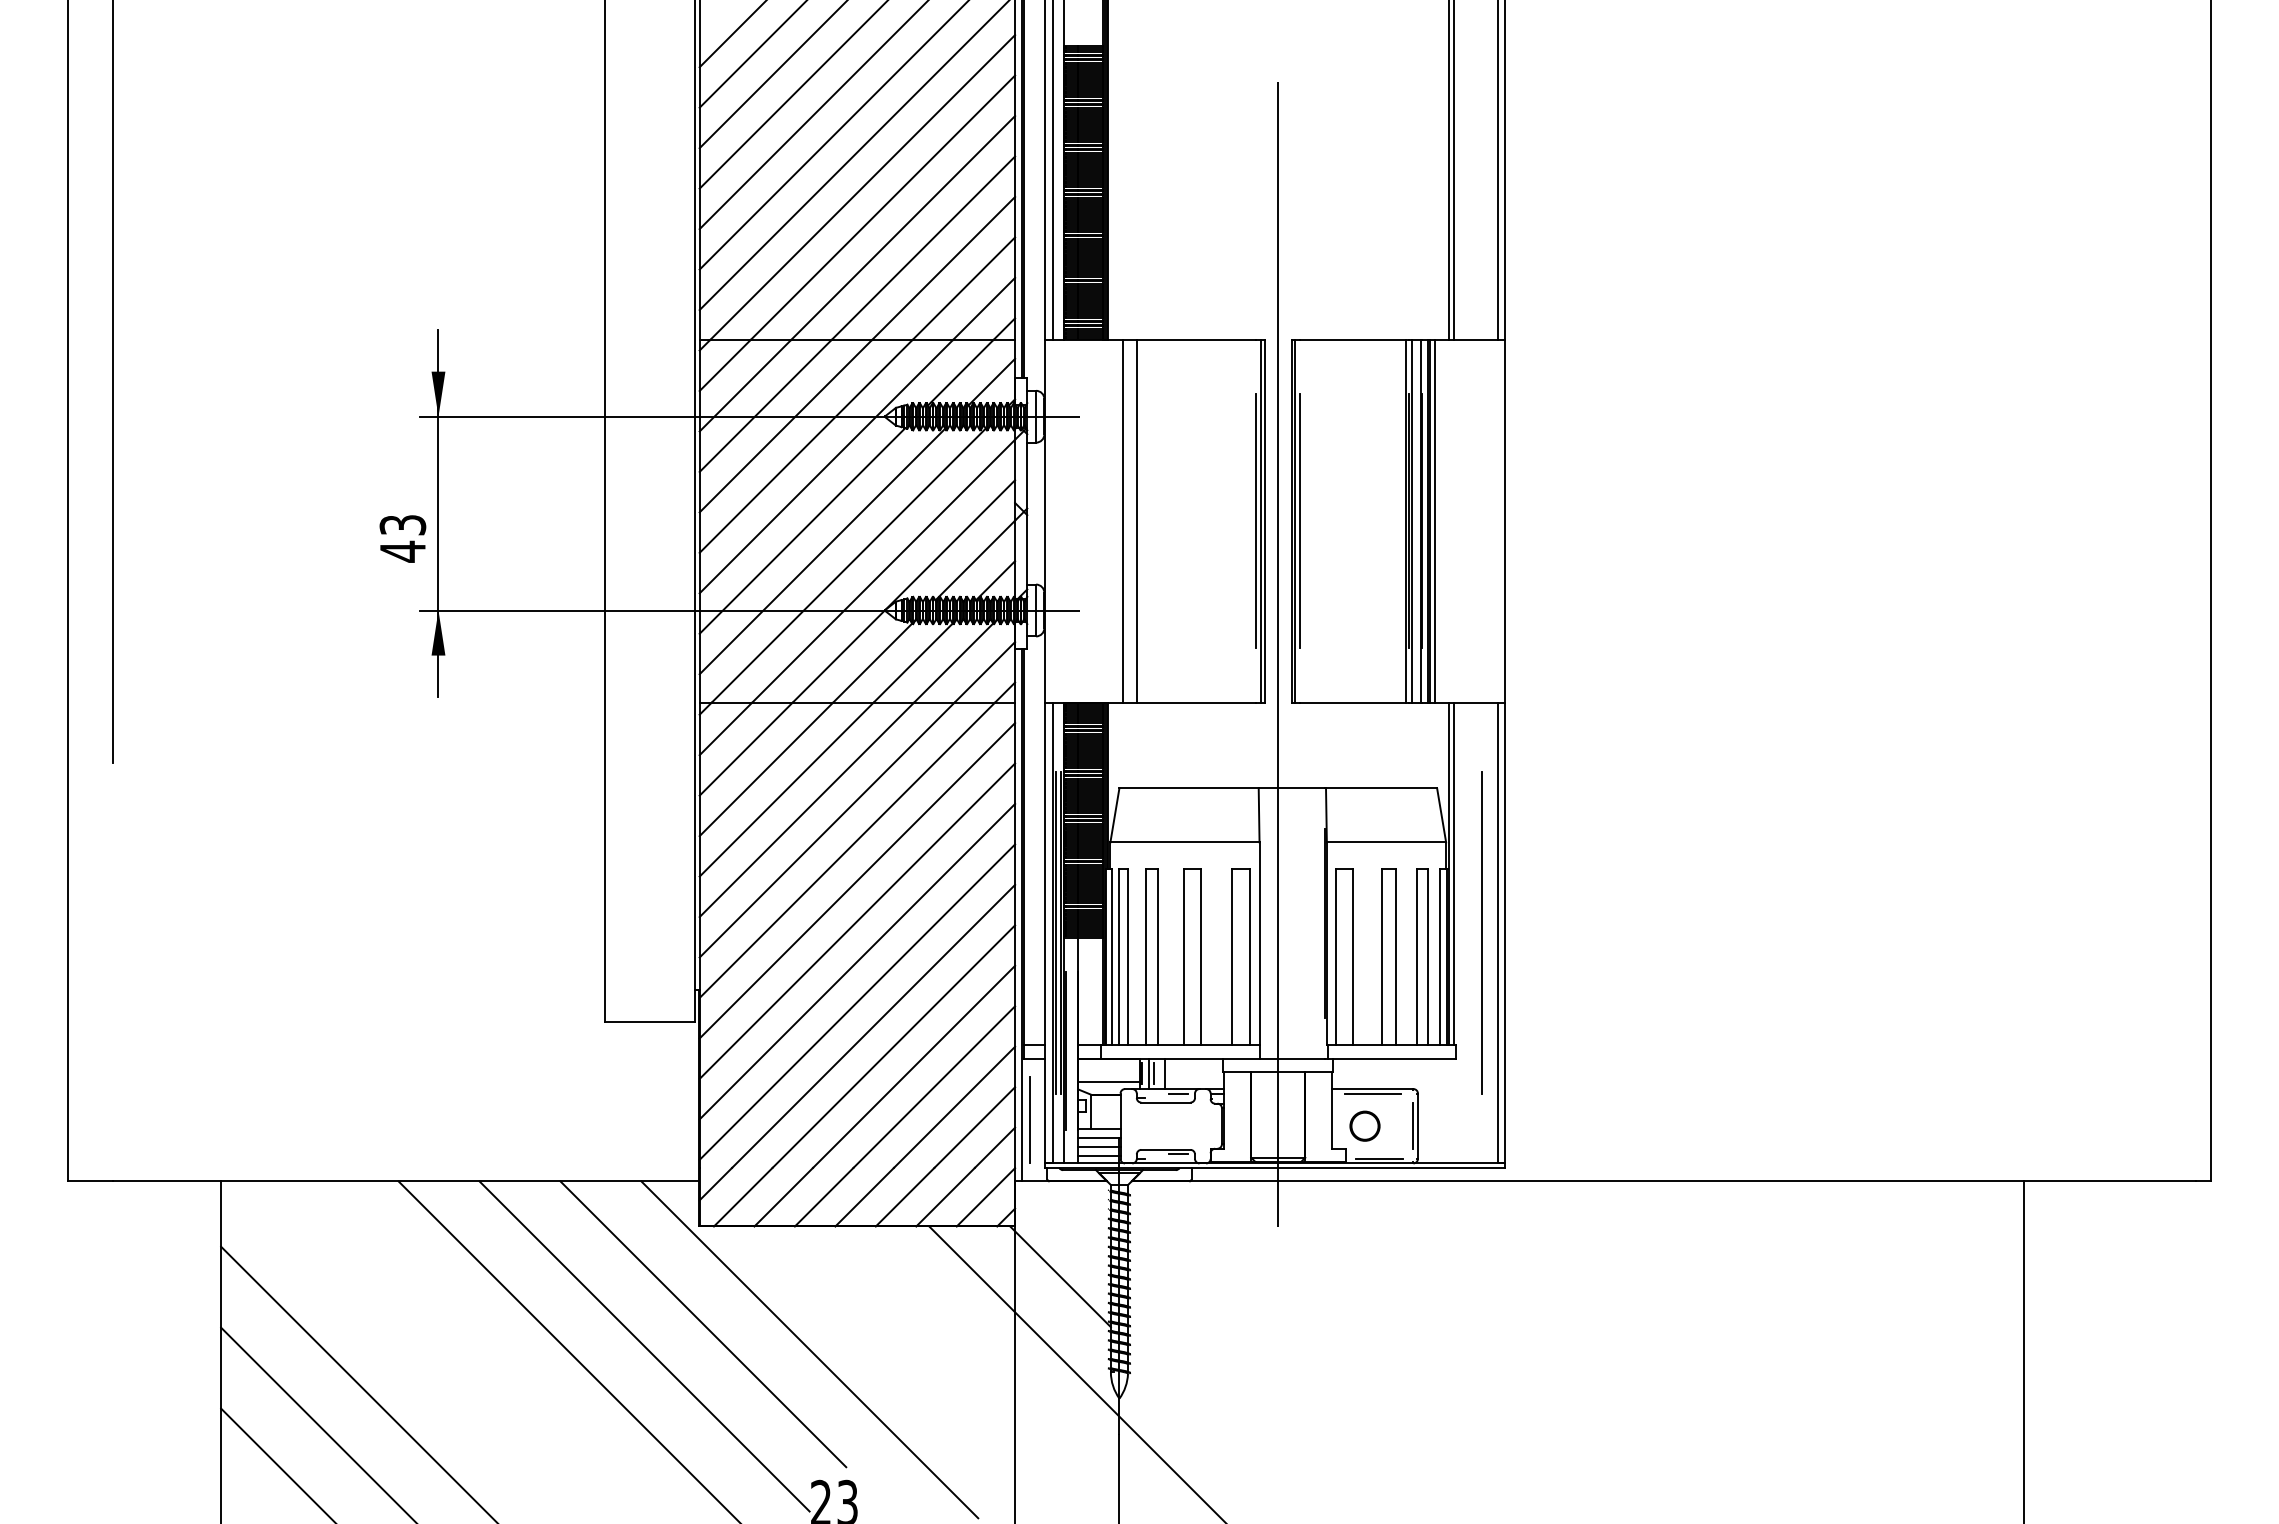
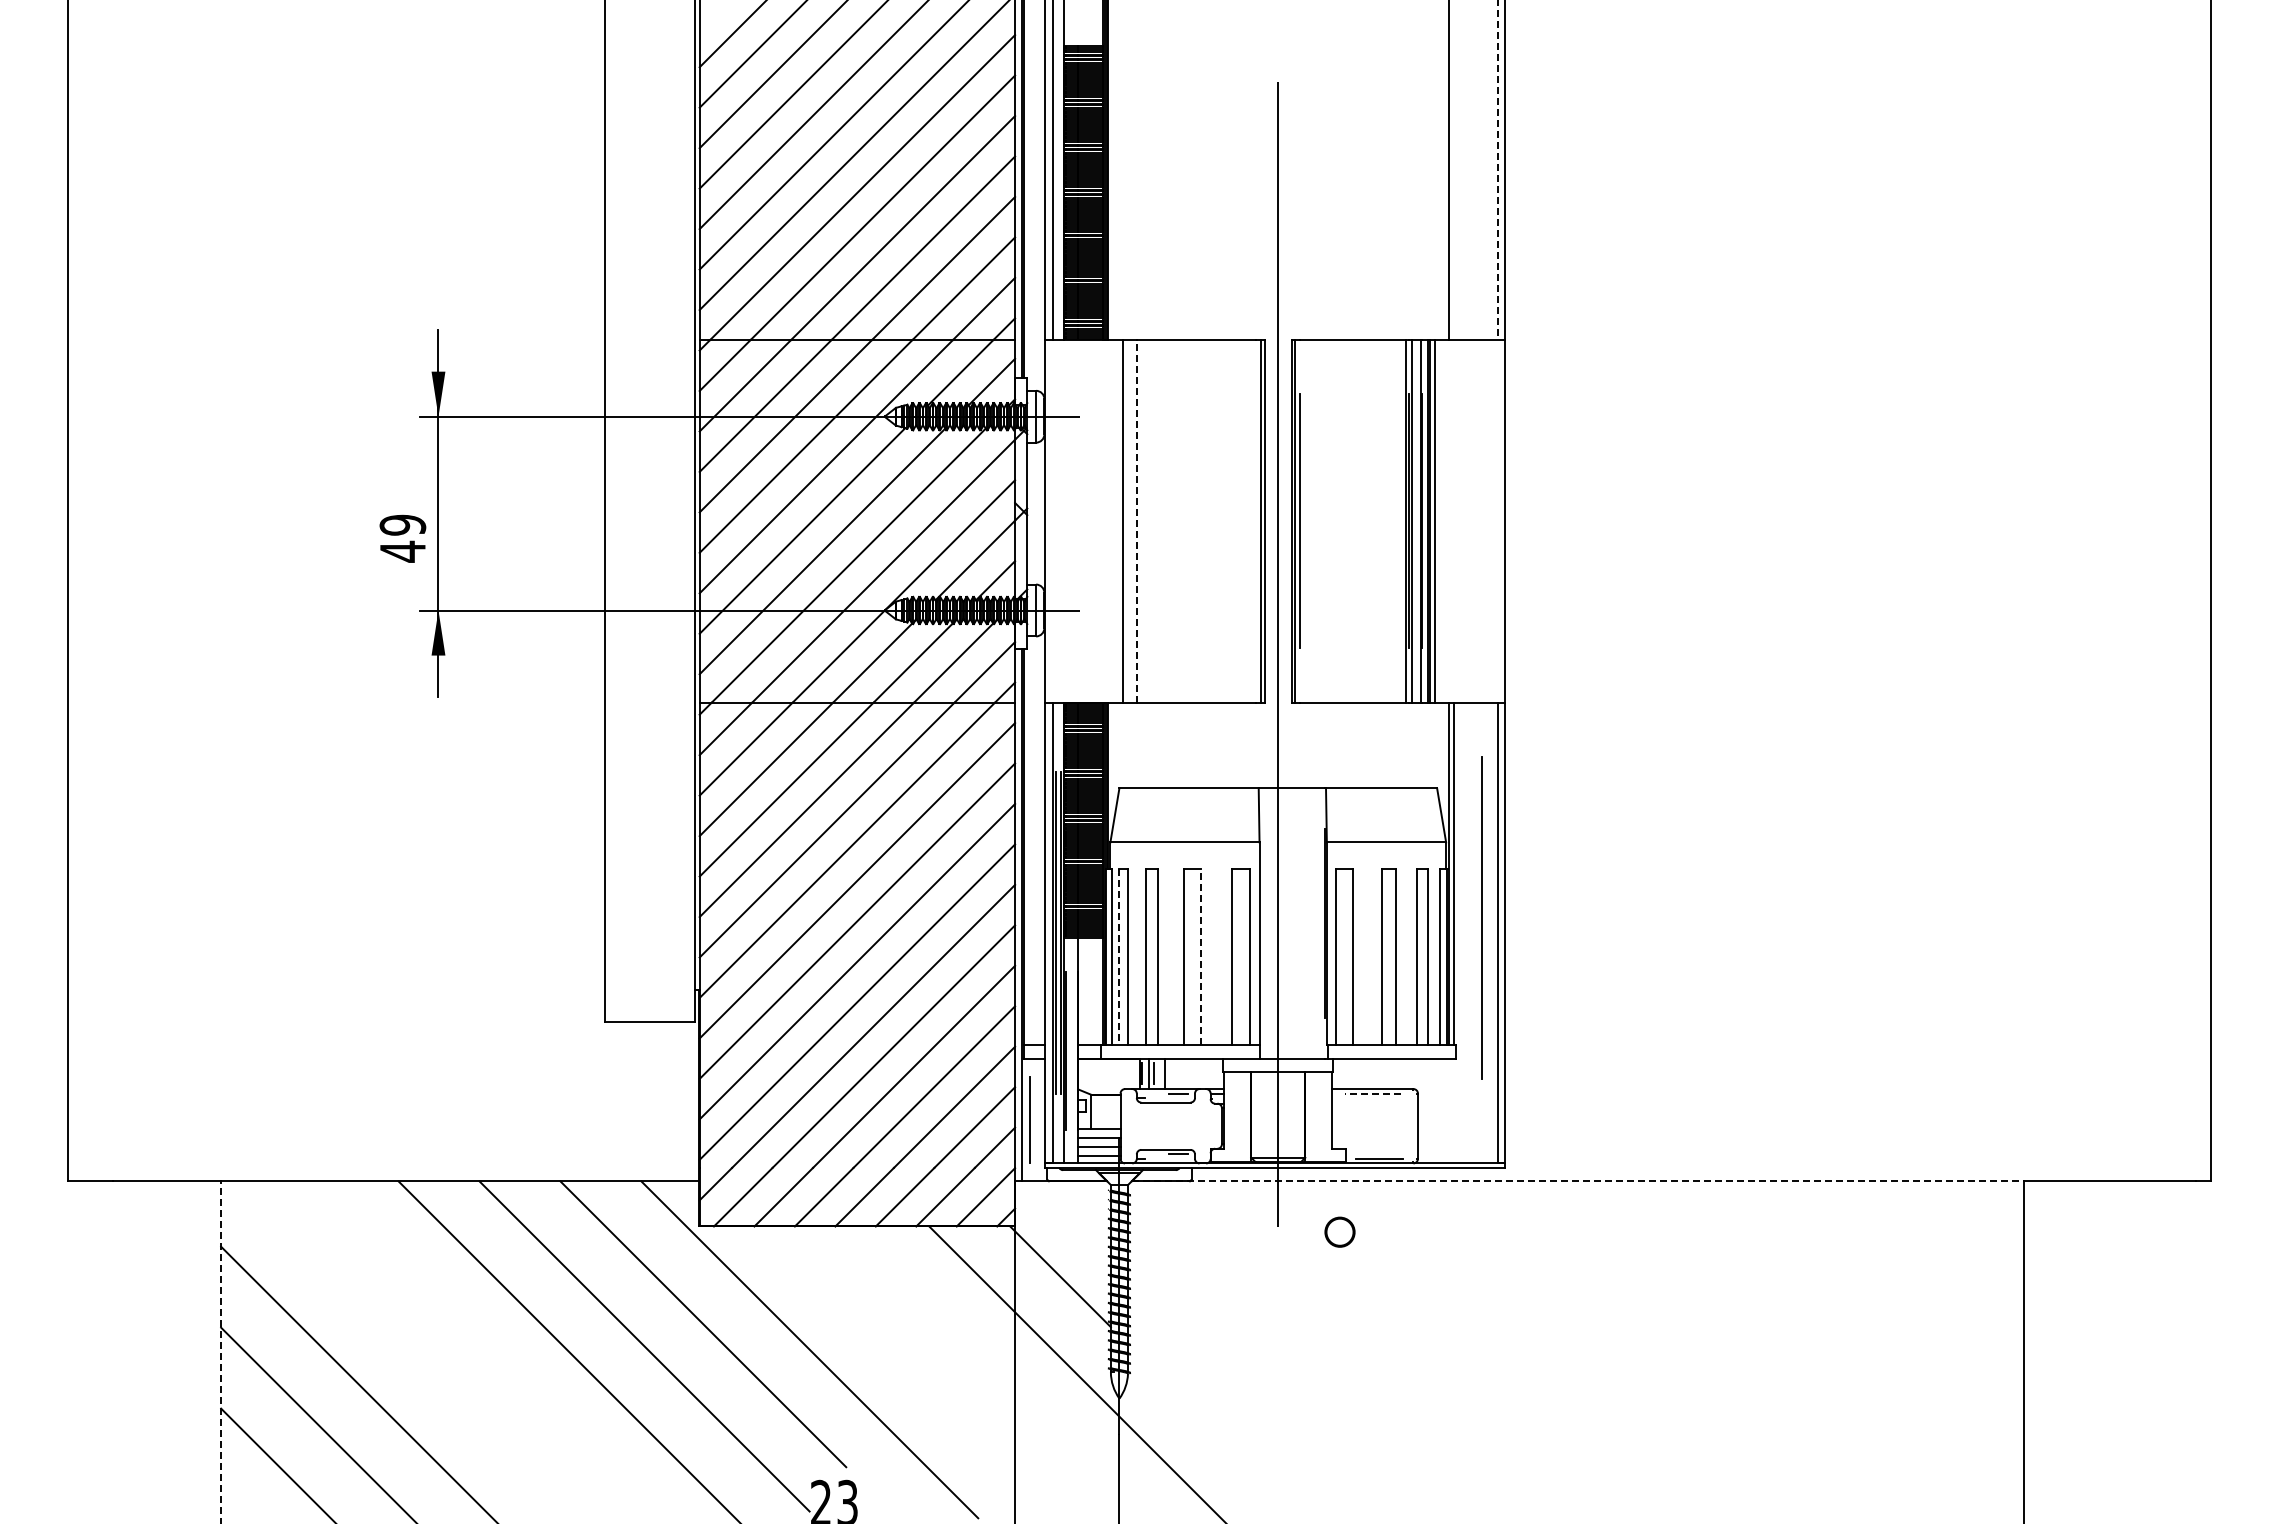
line at (1454, 170): present -> none
line at (1497, 170): solid -> dashed
line at (113, 382): present -> none
line at (1137, 520): solid -> dashed
line at (1256, 521): present -> none
text at (402, 524): 43 -> 49
line at (1481, 932) position: (1481, 932) -> (1481, 917)
line at (1118, 957): solid -> dashed
line at (1200, 957): solid -> dashed
line at (1109, 1081): present -> none
line at (1372, 1093): solid -> dashed
circle at (1364, 1125) position: (1364, 1125) -> (1339, 1231)
line at (1413, 1126): present -> none
line at (1577, 1181): solid -> dashed
line at (221, 1352): solid -> dashed
